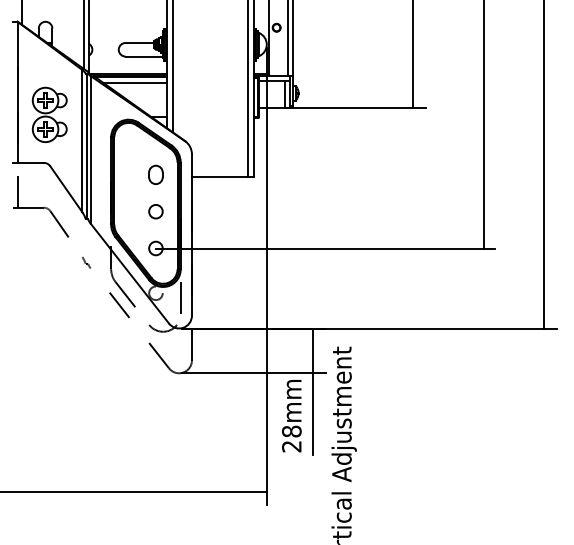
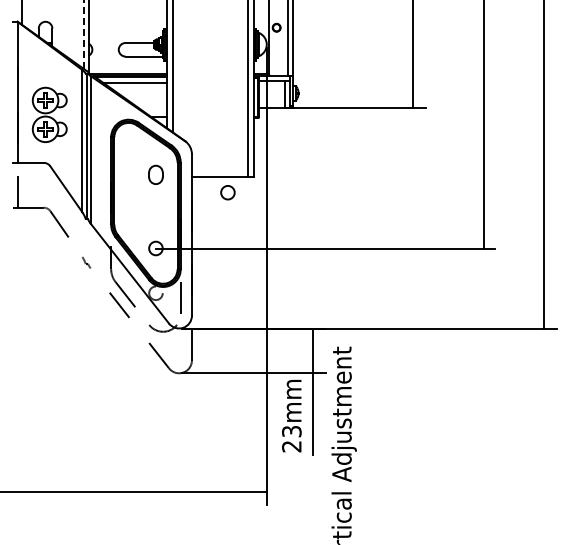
line at (83, 34): solid -> dashed
circle at (155, 211) position: (155, 211) -> (227, 192)
text at (291, 431): 28mm -> 23mm
